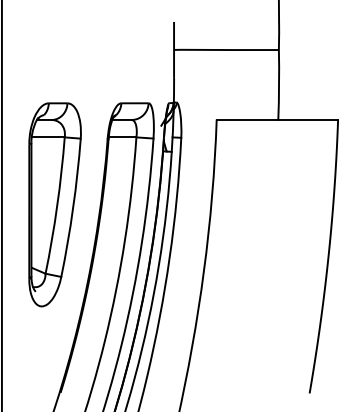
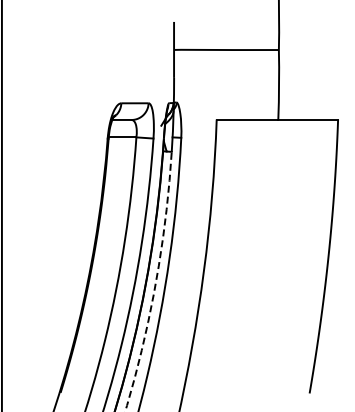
part at (54, 204): present -> none
arc at (155, 283): solid -> dashed
